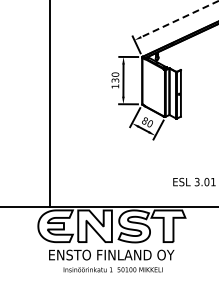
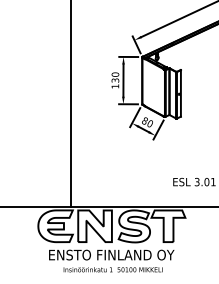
line at (179, 19): dashed -> solid
line at (50, 104) position: (50, 104) -> (71, 104)
